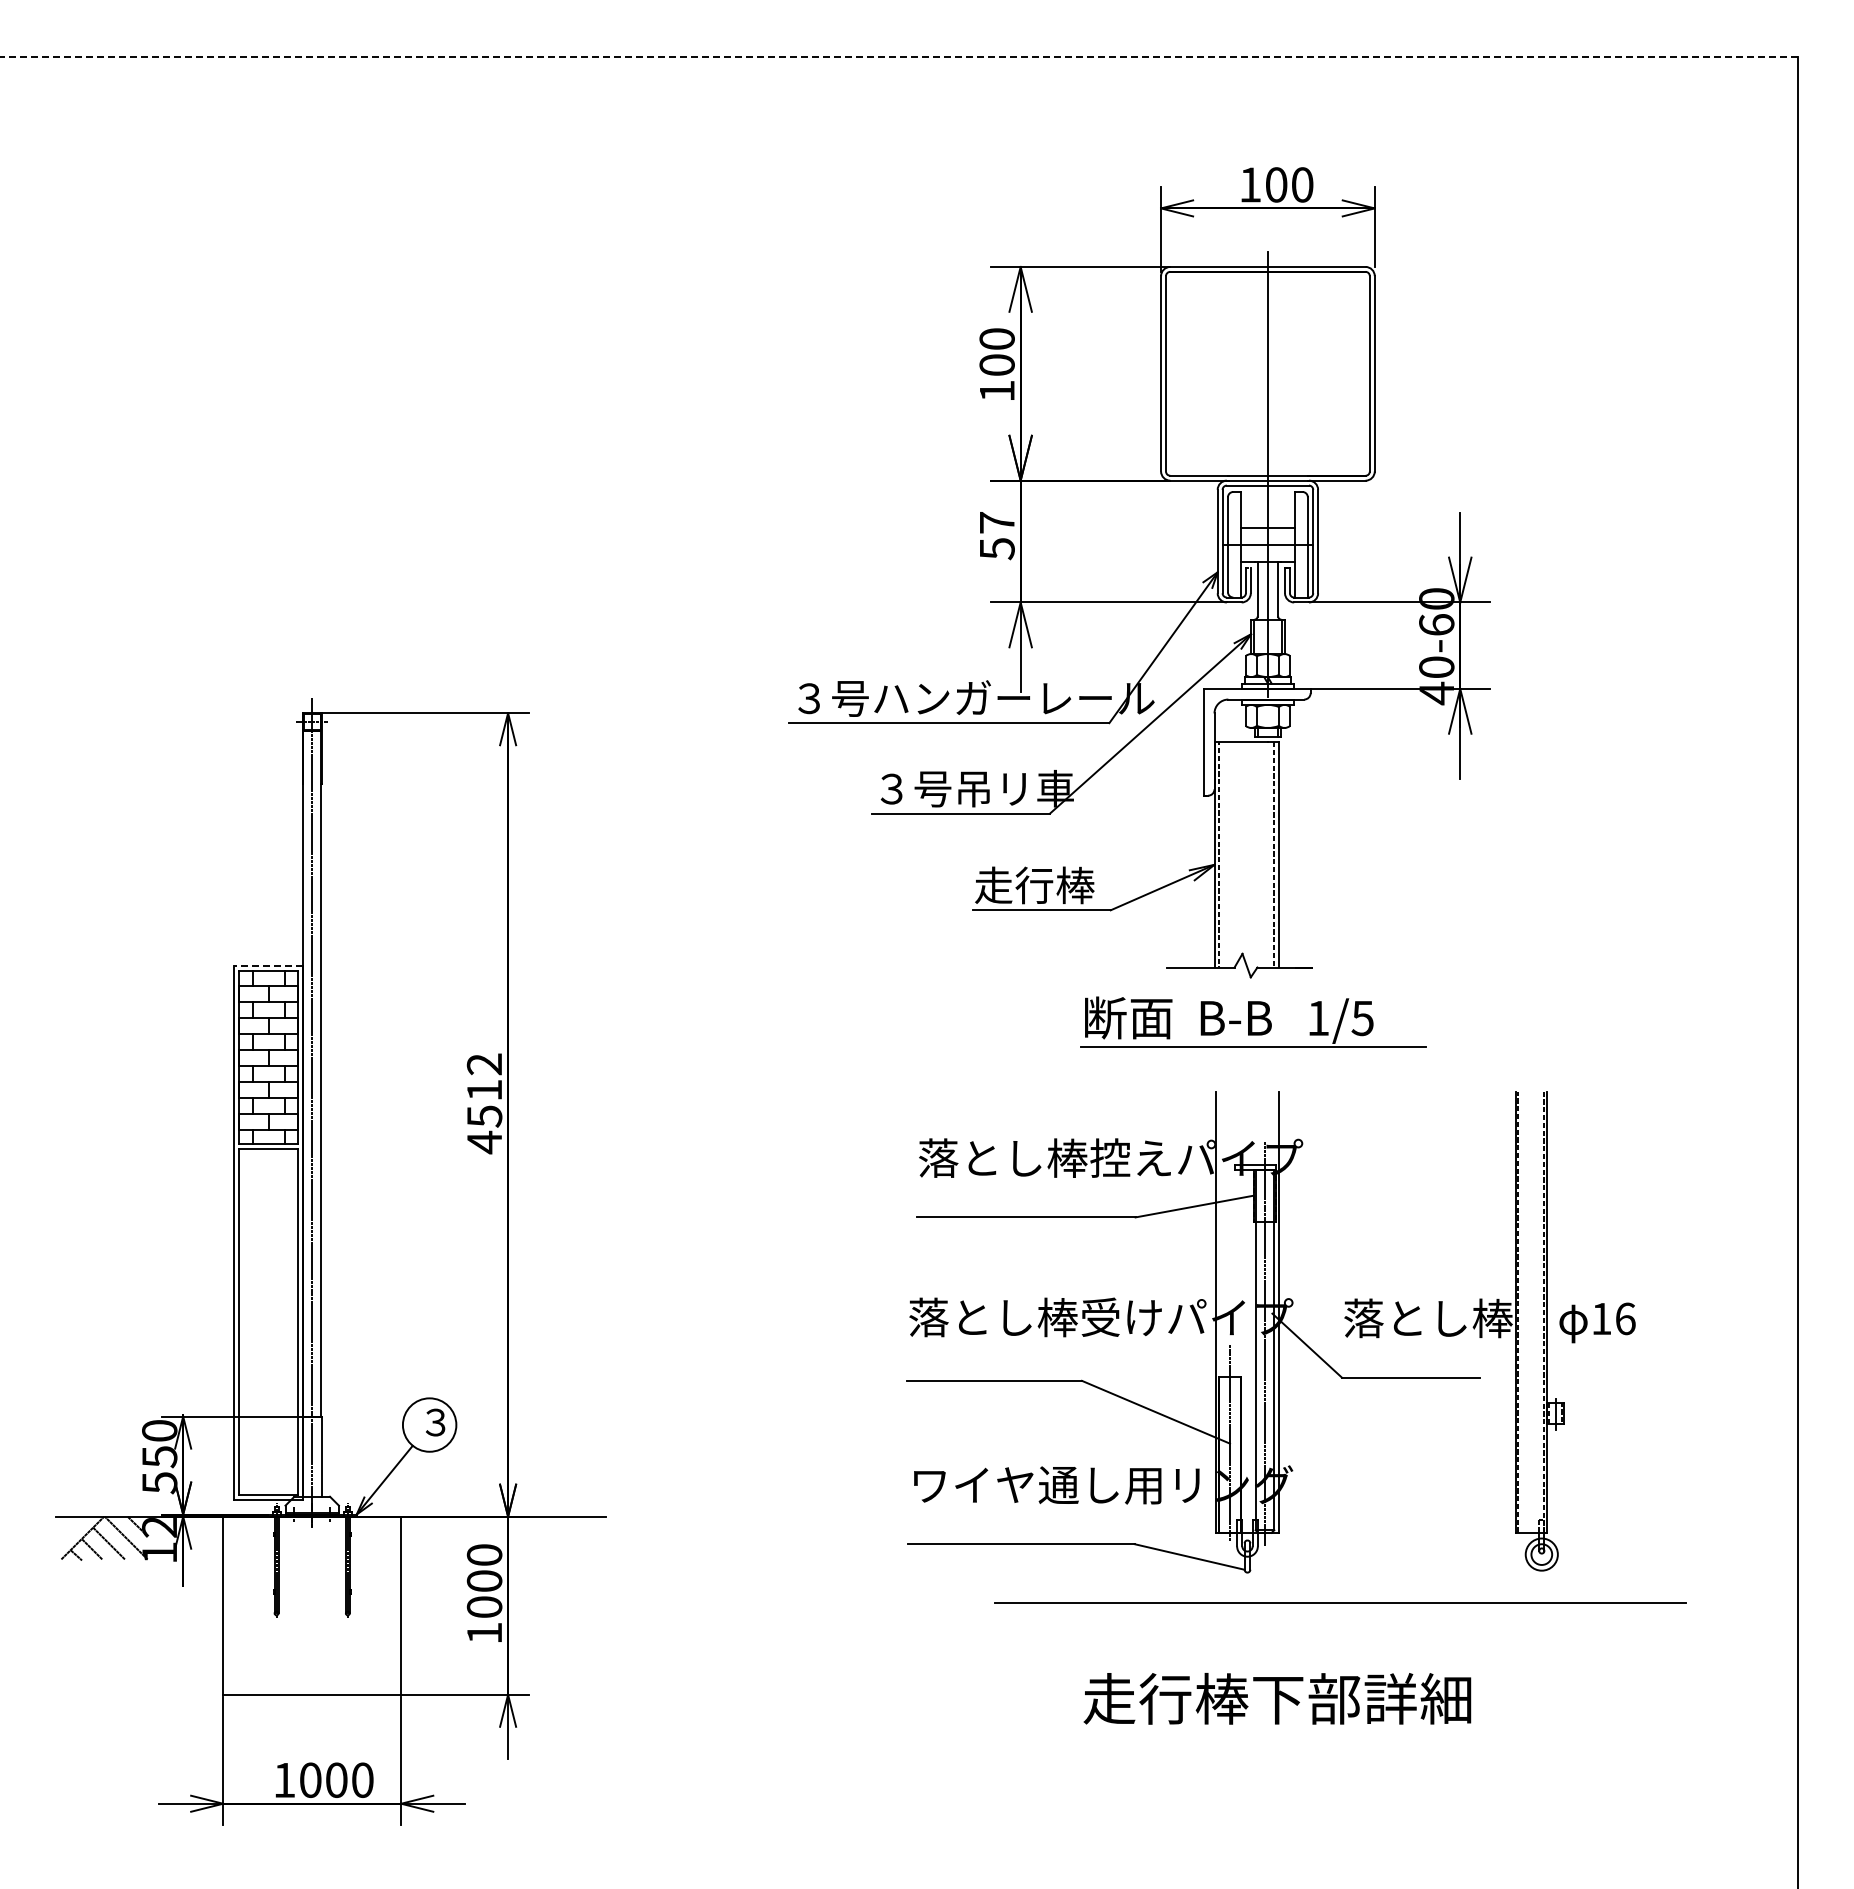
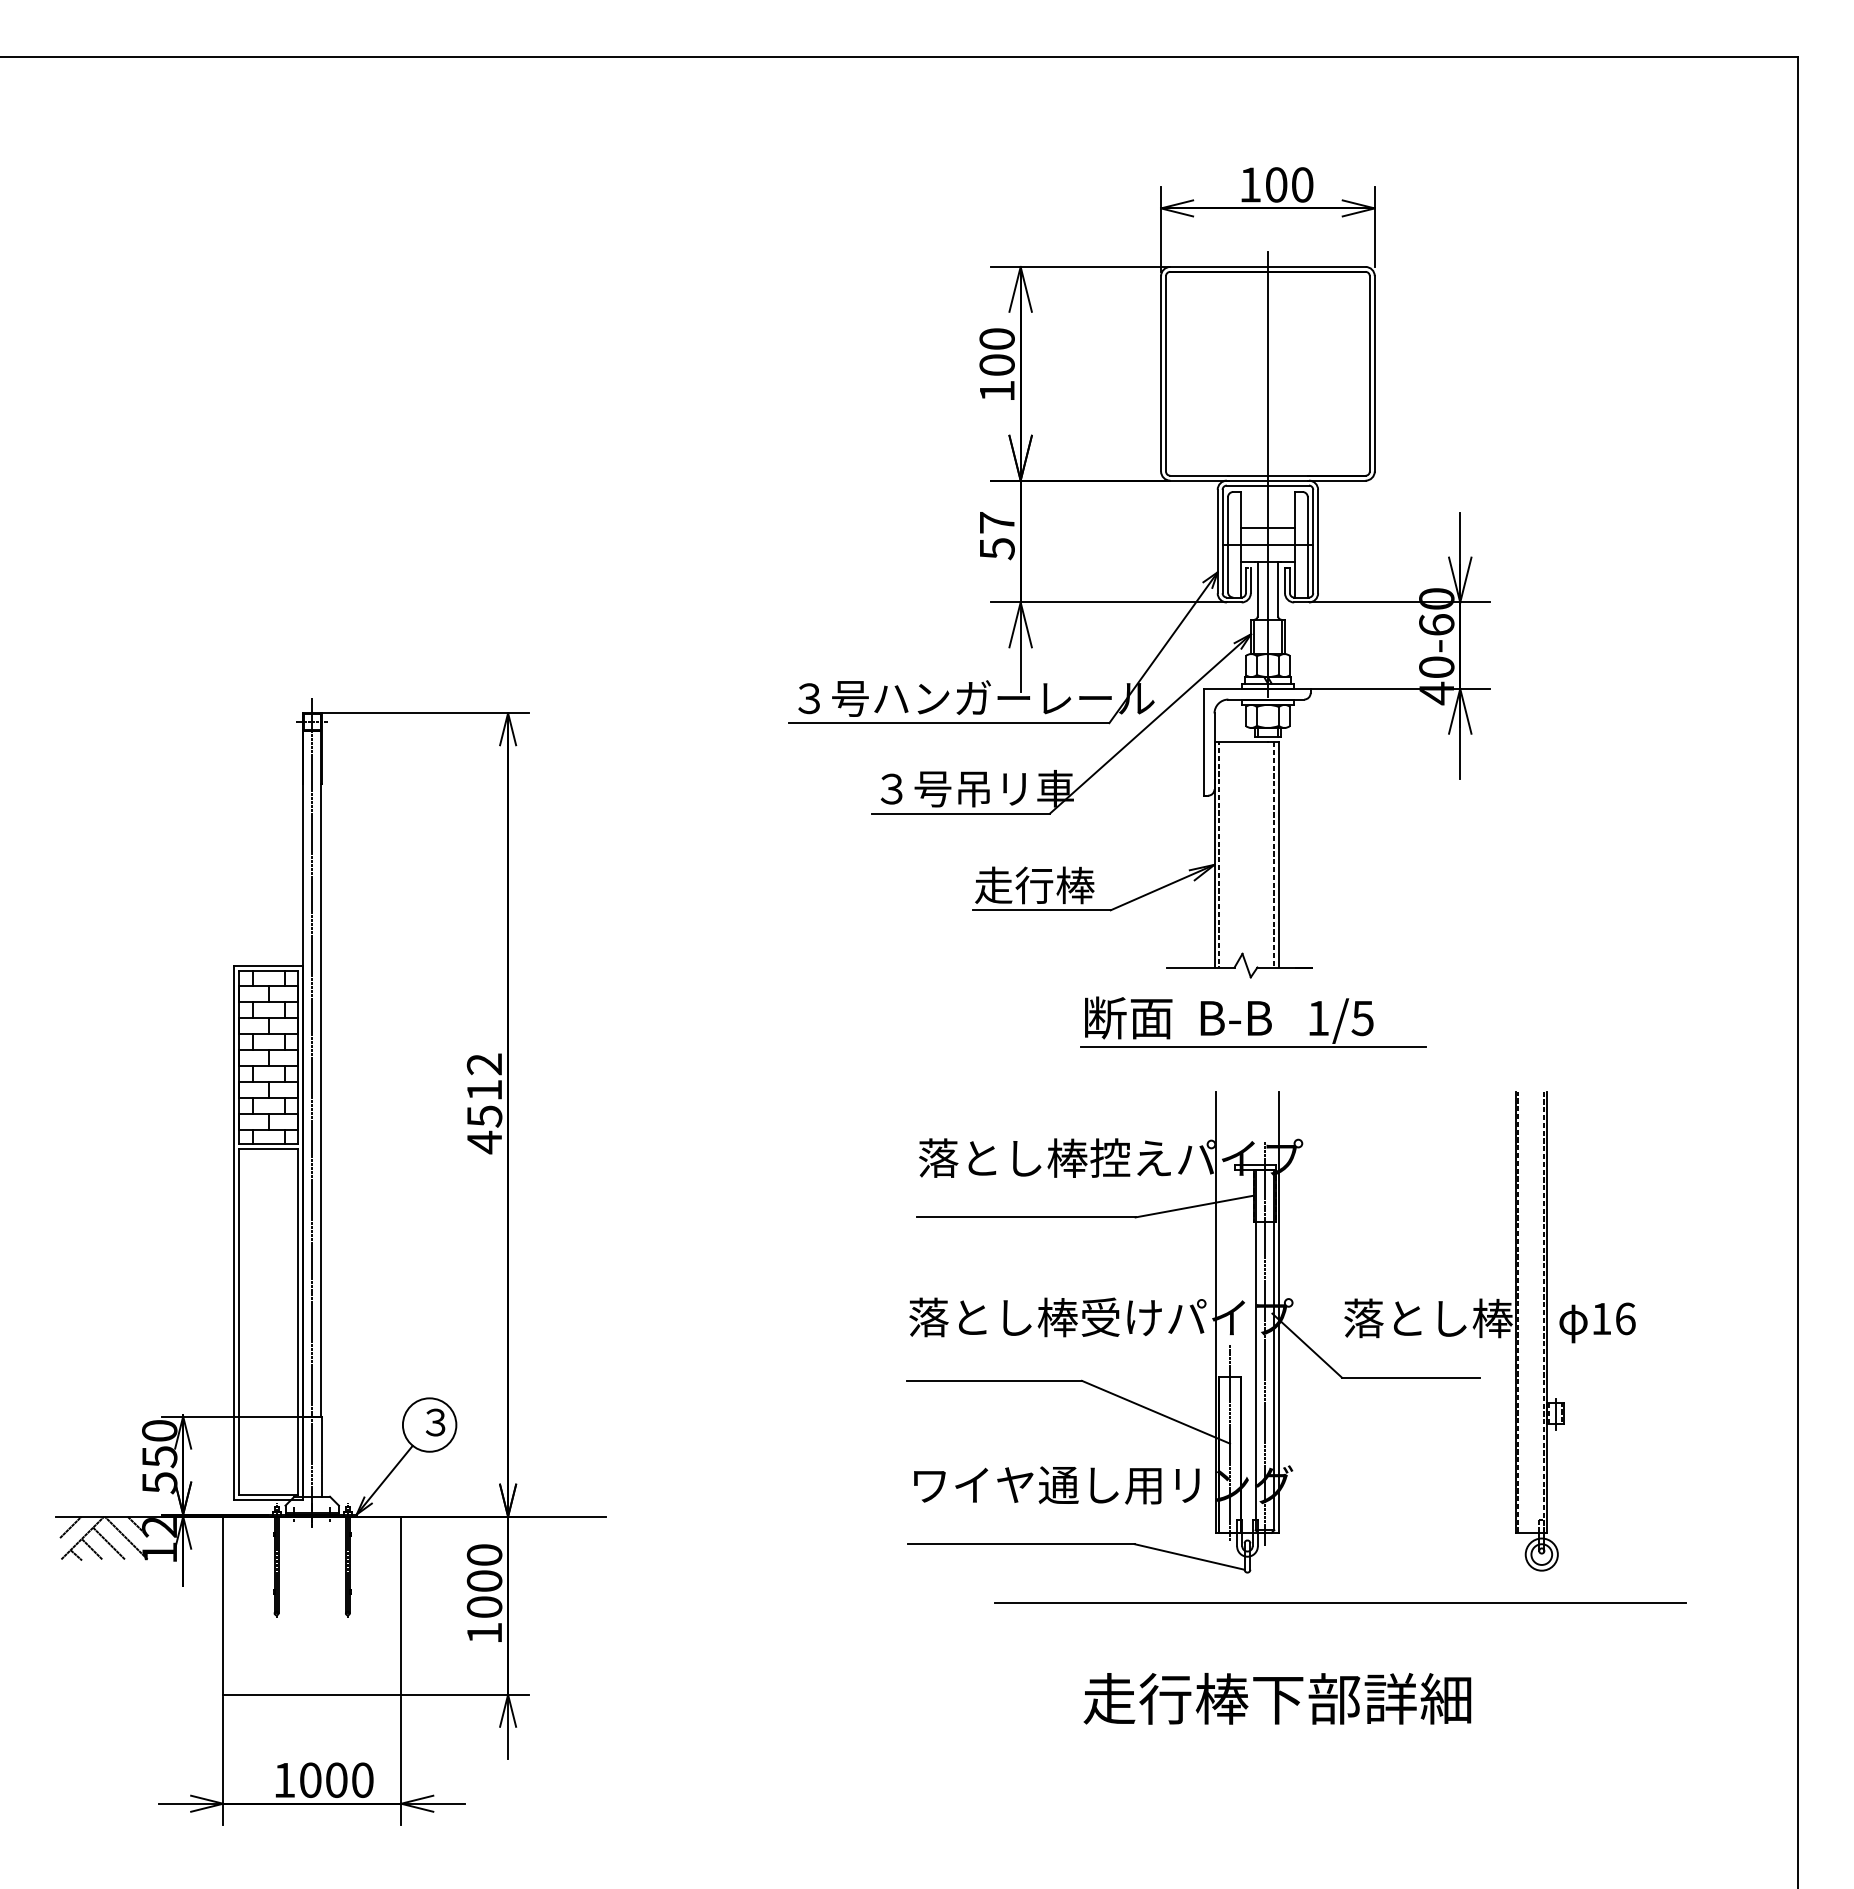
line at (899, 56): dashed -> solid
line at (268, 966): dashed -> solid
line at (70, 1527): none -> present
